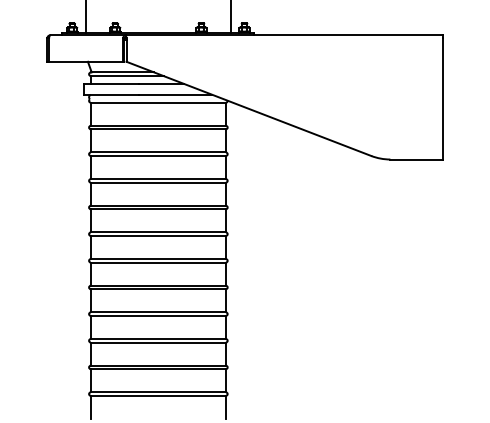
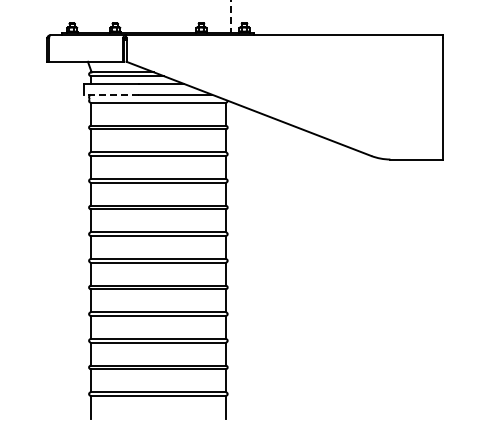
line at (85, 17): present -> none
line at (231, 17): solid -> dashed
line at (111, 94): solid -> dashed
